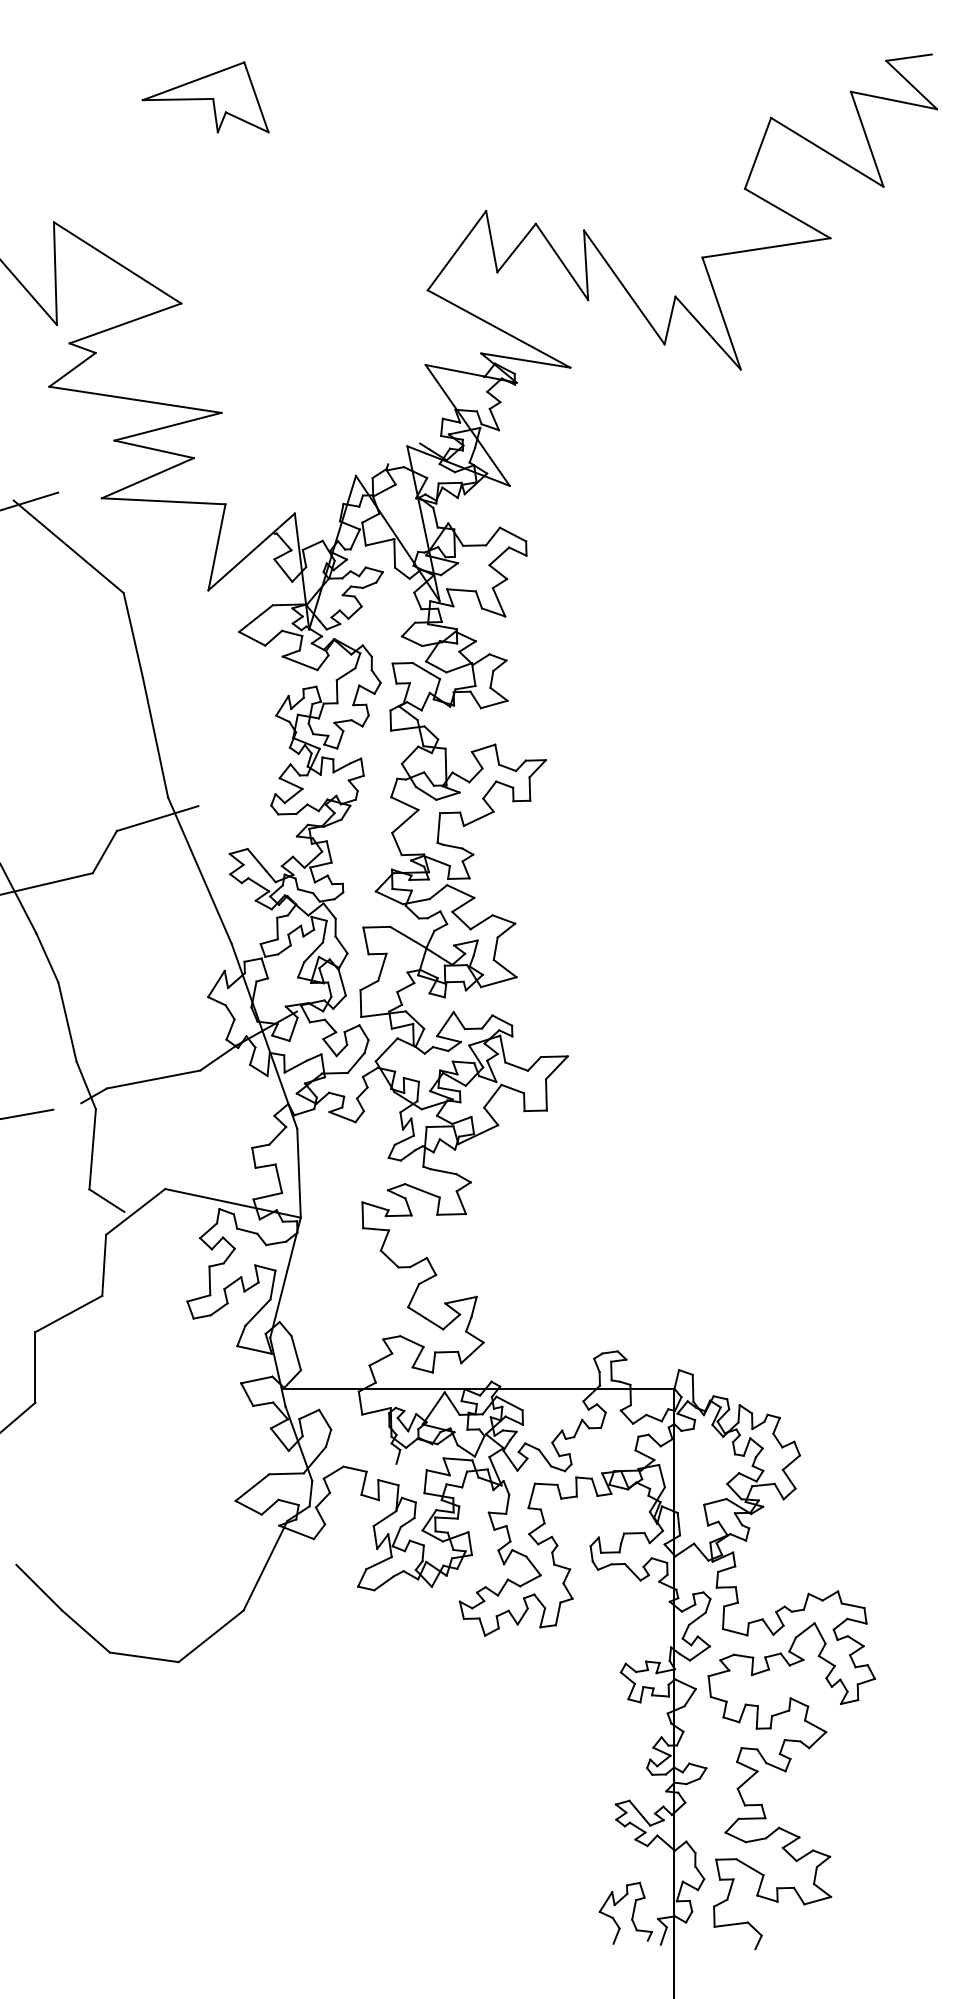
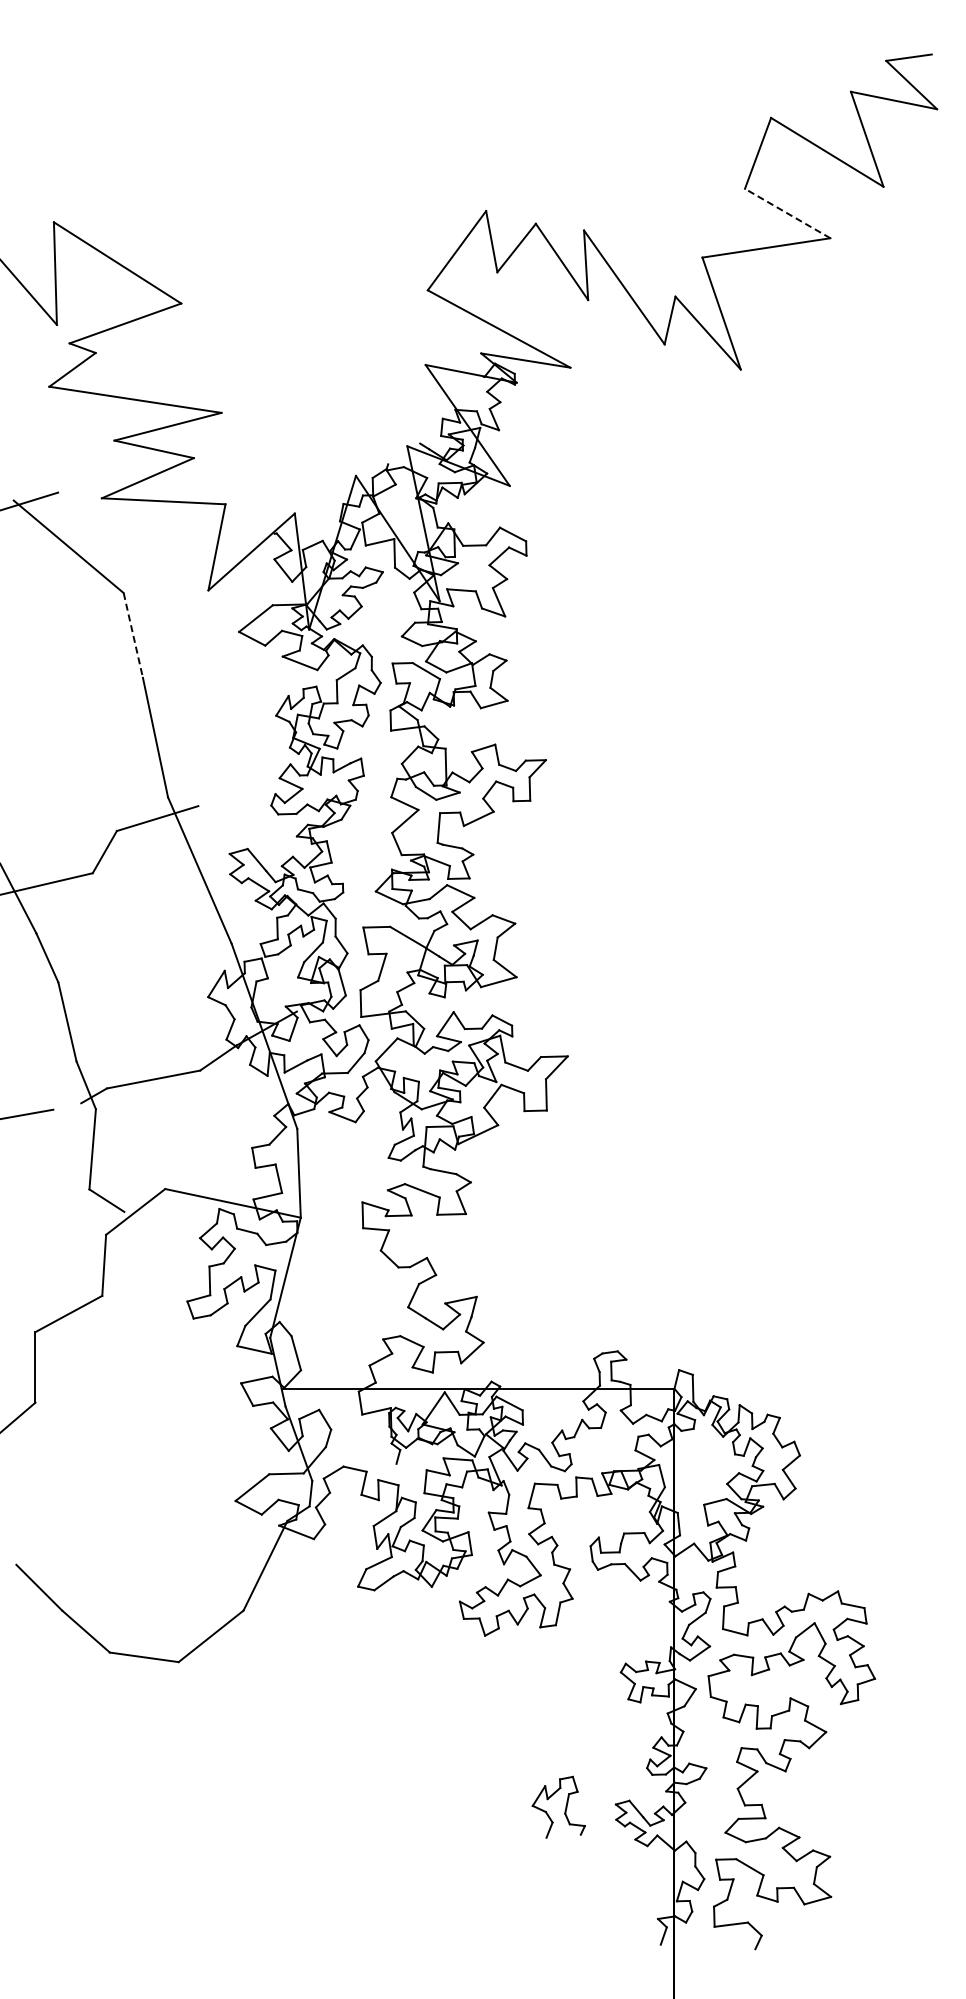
part at (205, 97): present -> none
line at (787, 213): solid -> dashed
line at (133, 635): solid -> dashed
part at (632, 1912) position: (632, 1912) -> (565, 1806)
